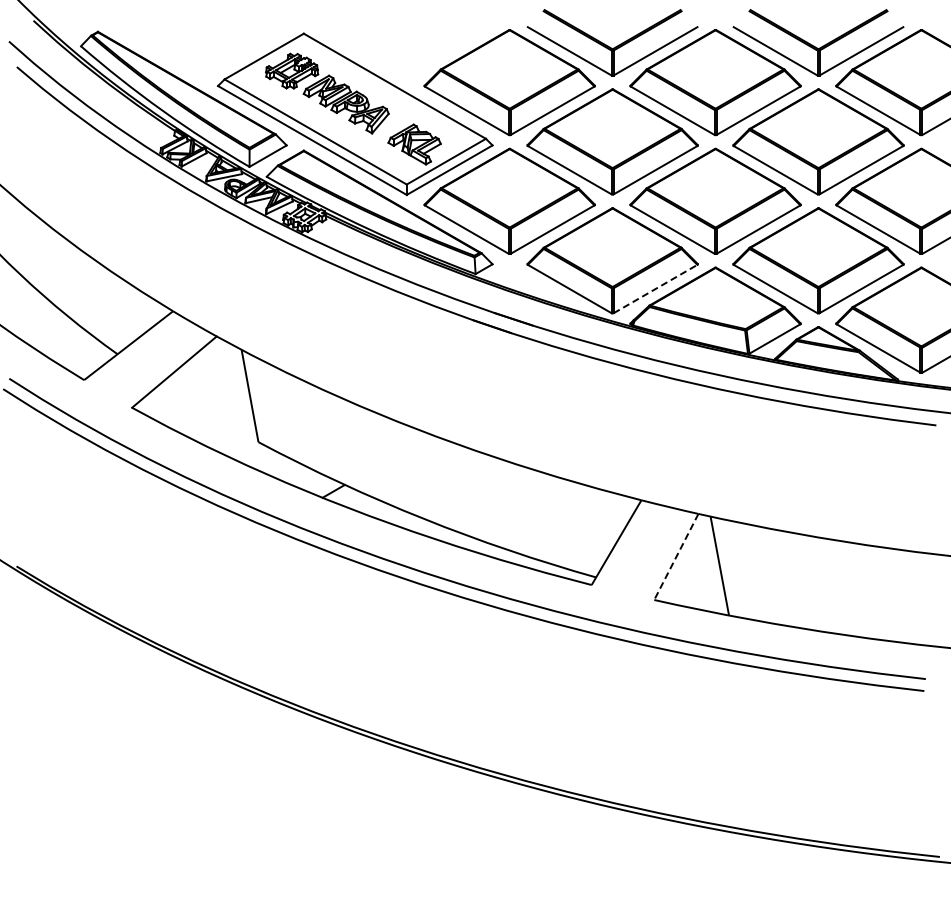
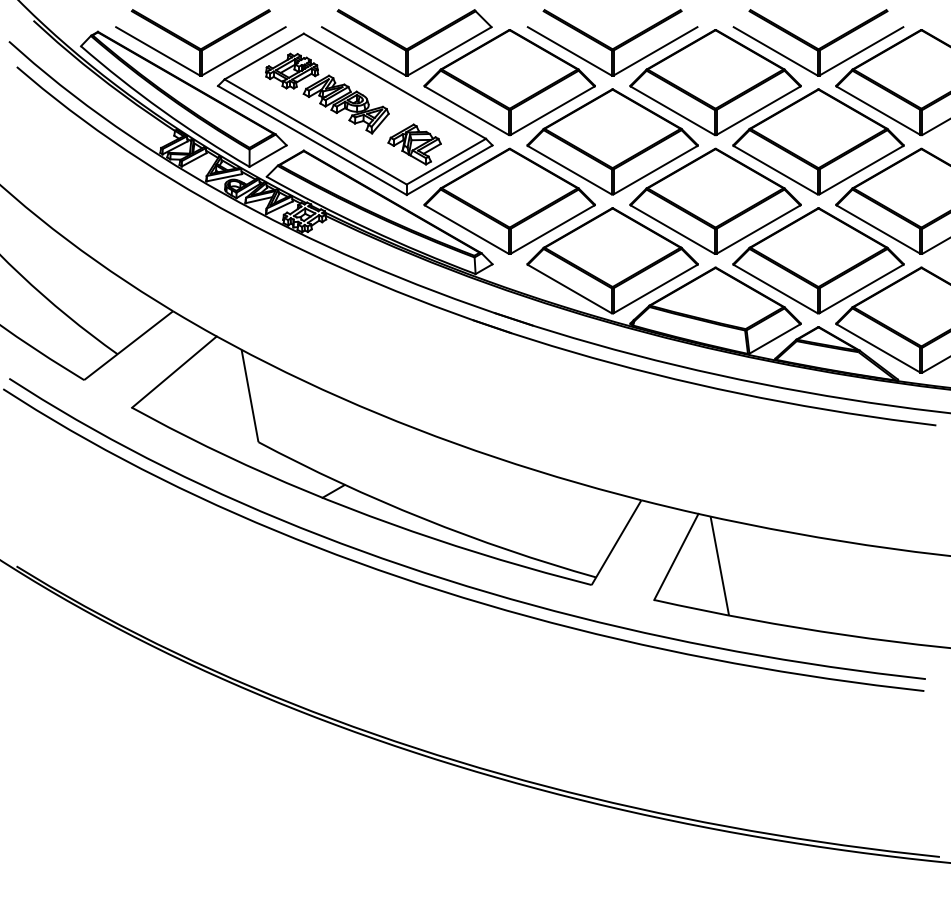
part at (200, 42): none -> present
part at (406, 42): none -> present
line at (655, 288): dashed -> solid
line at (676, 557): dashed -> solid
